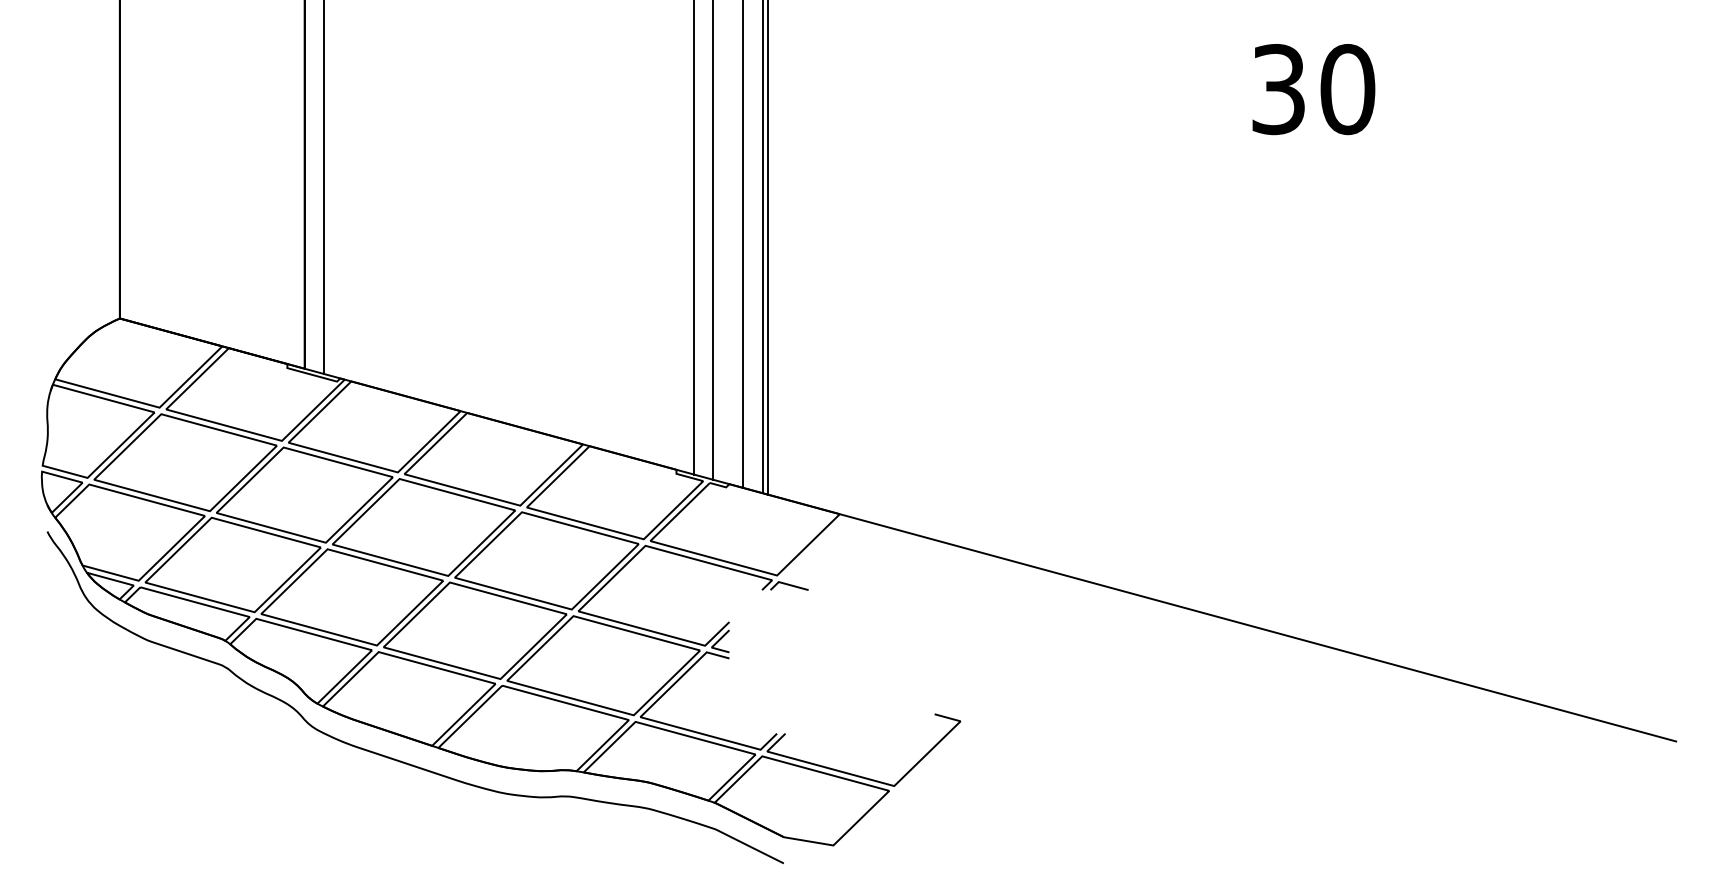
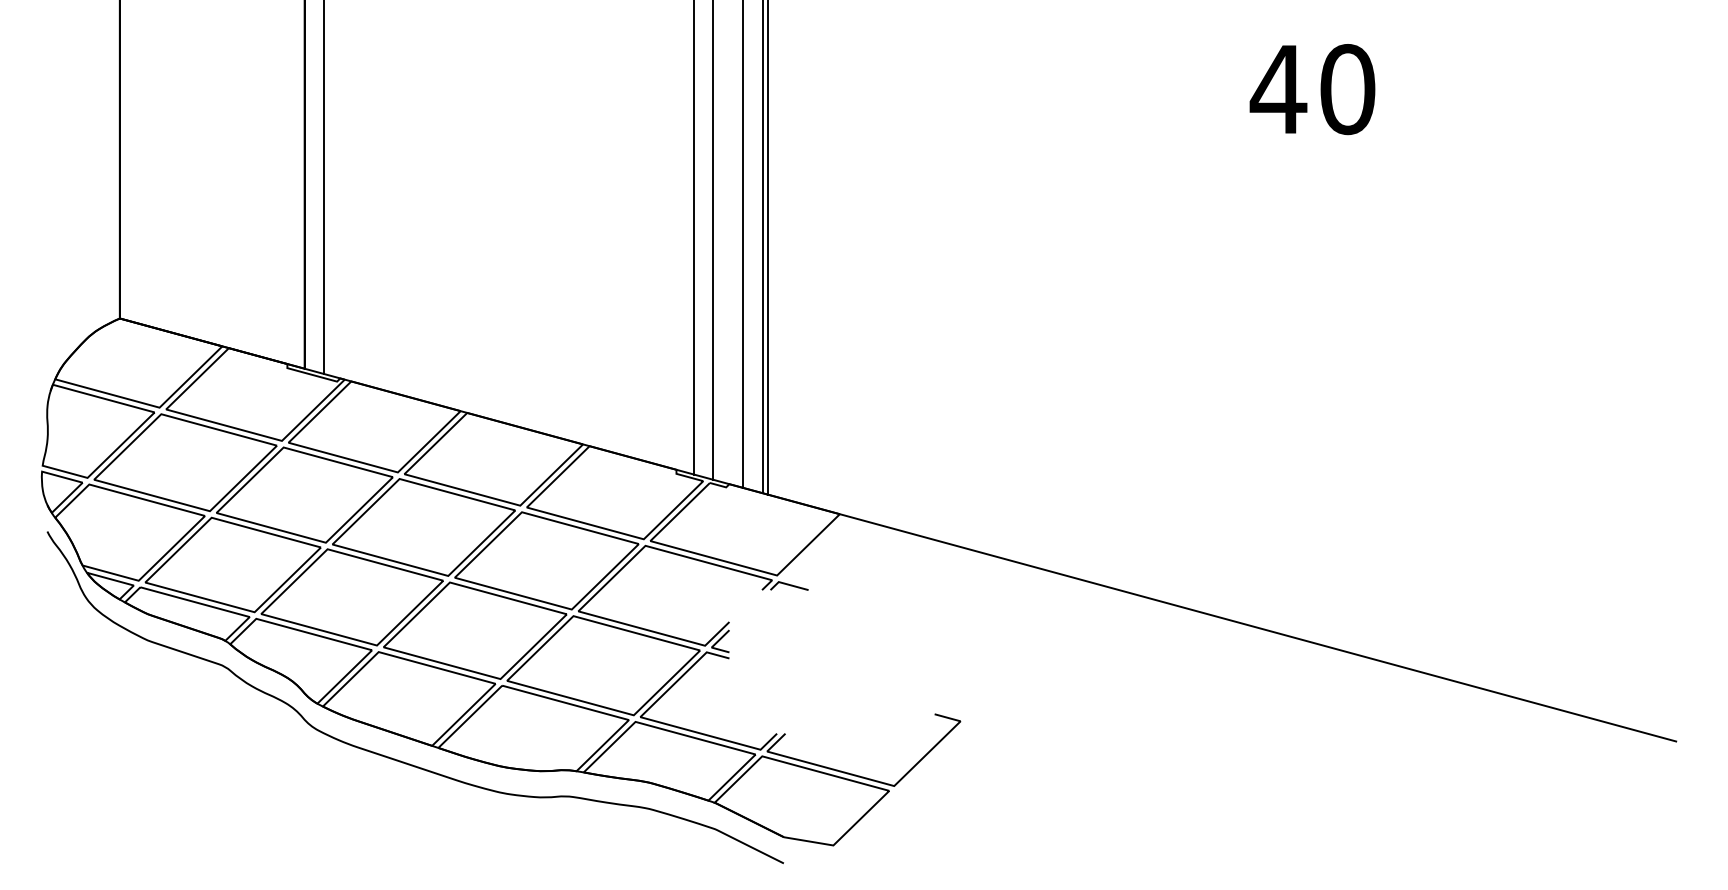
text at (1278, 89): 30 -> 40
